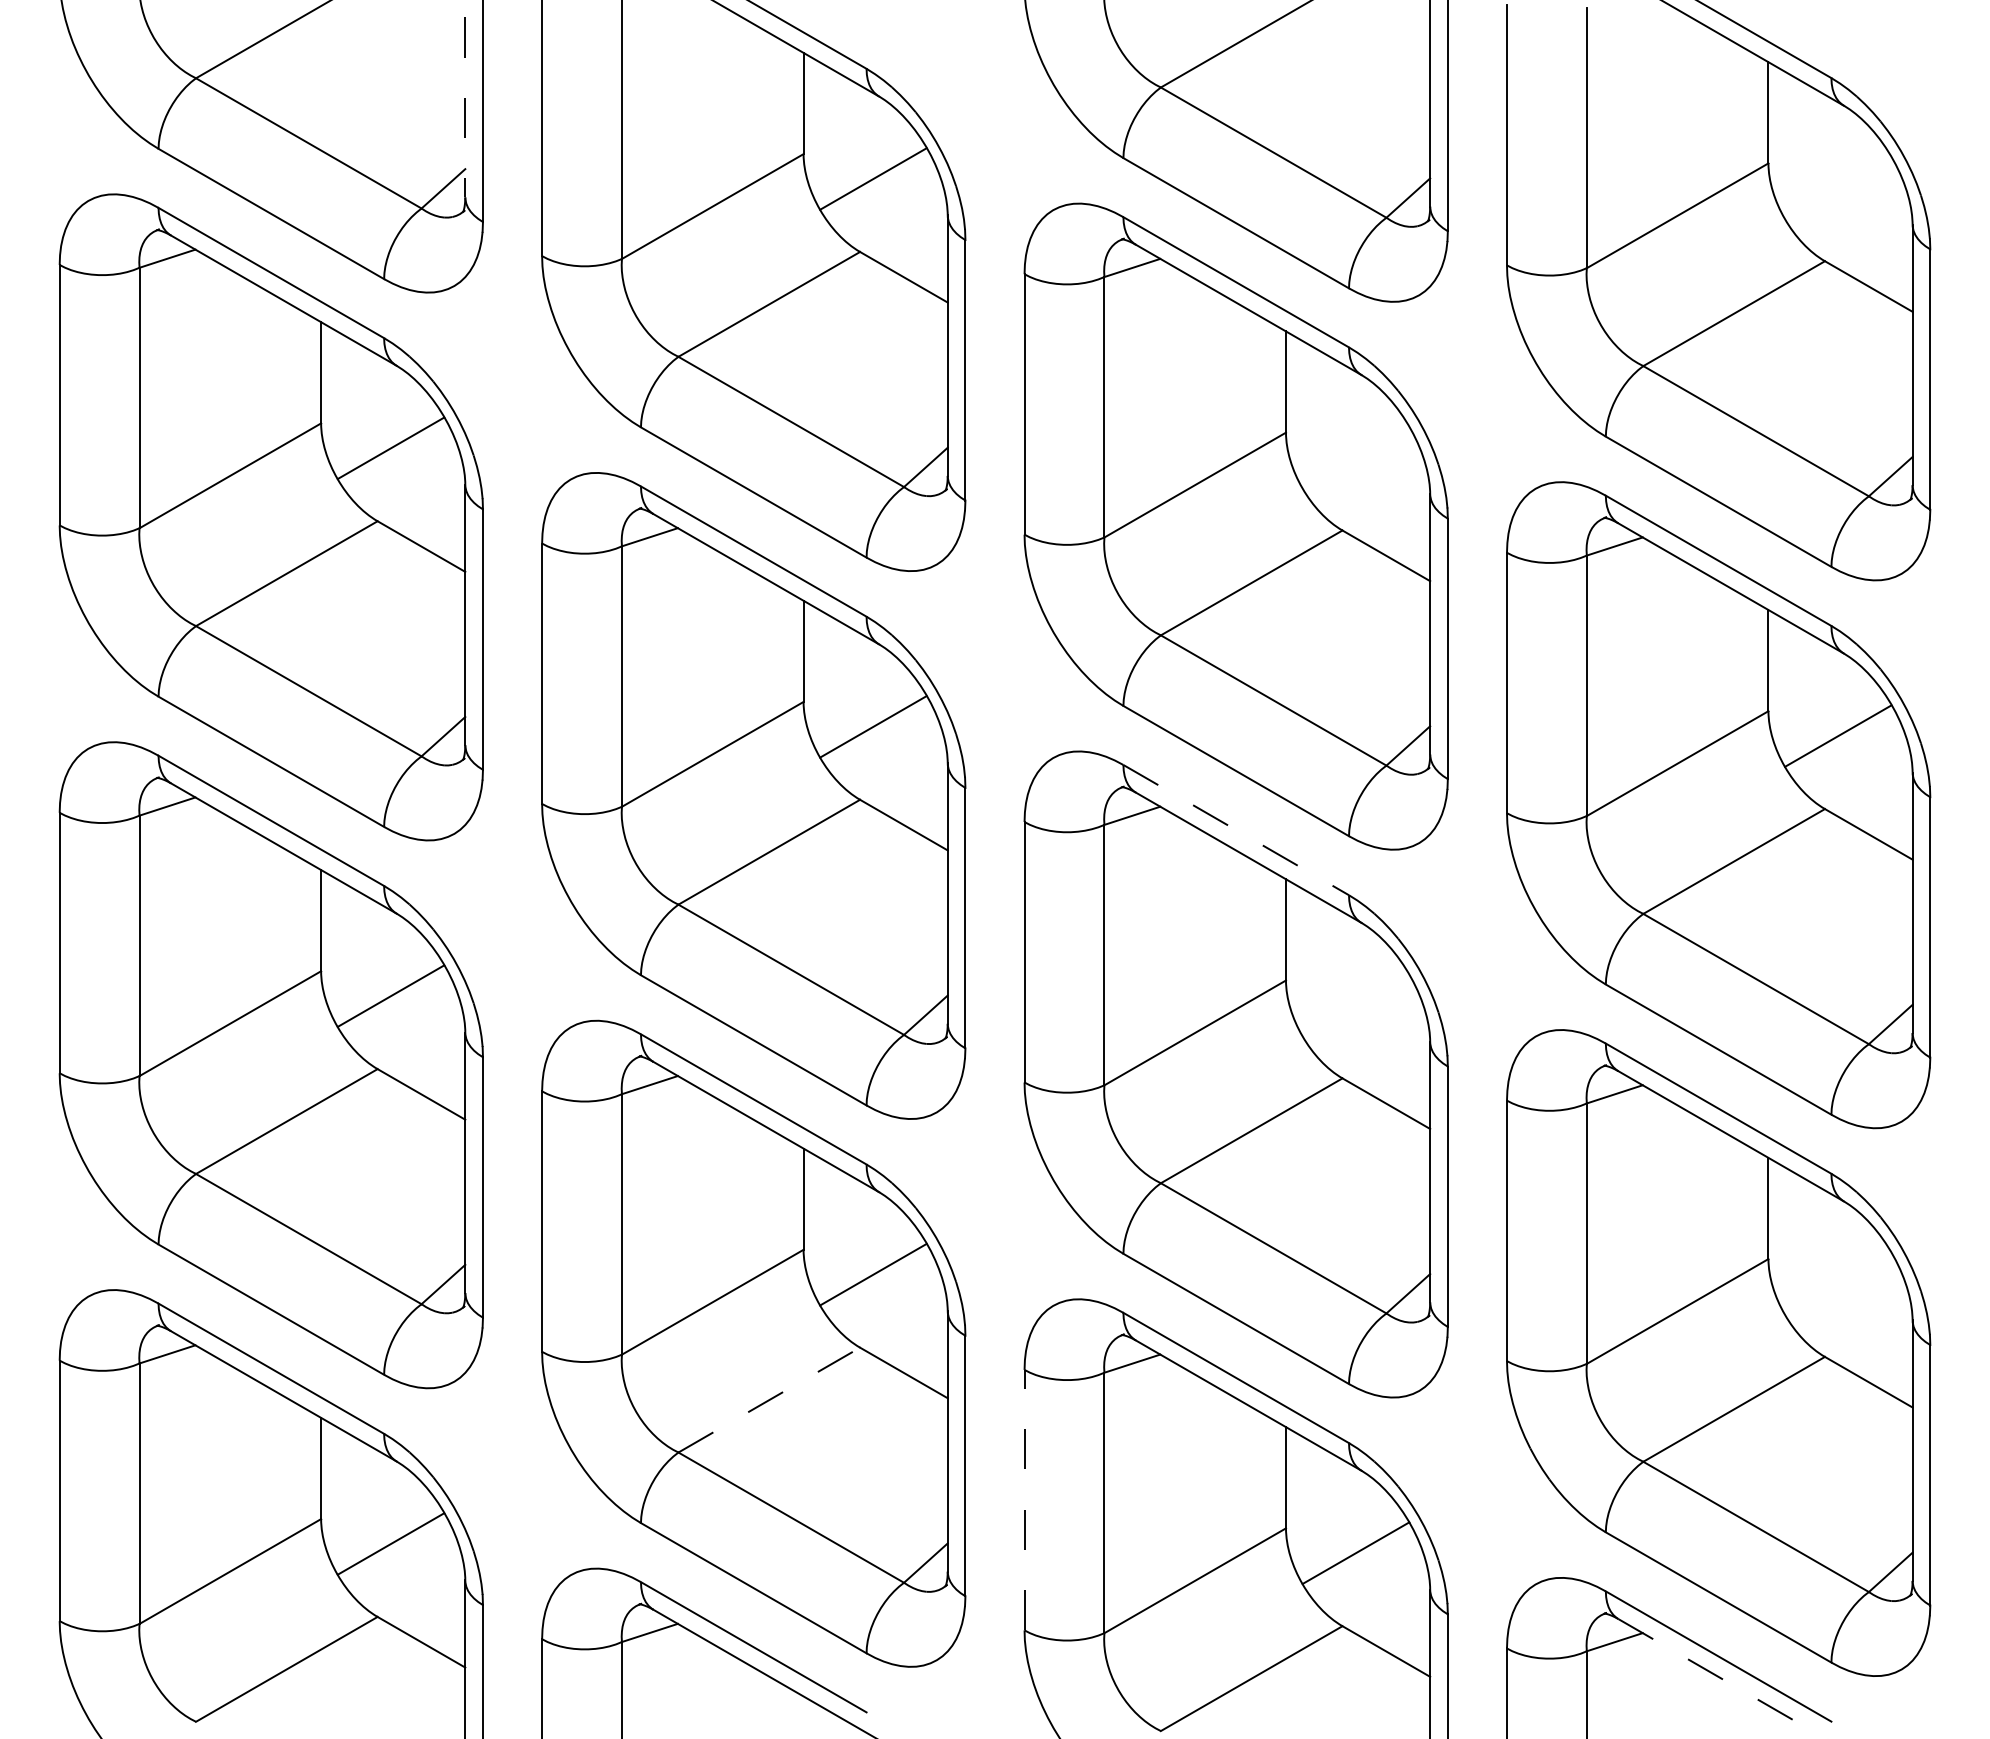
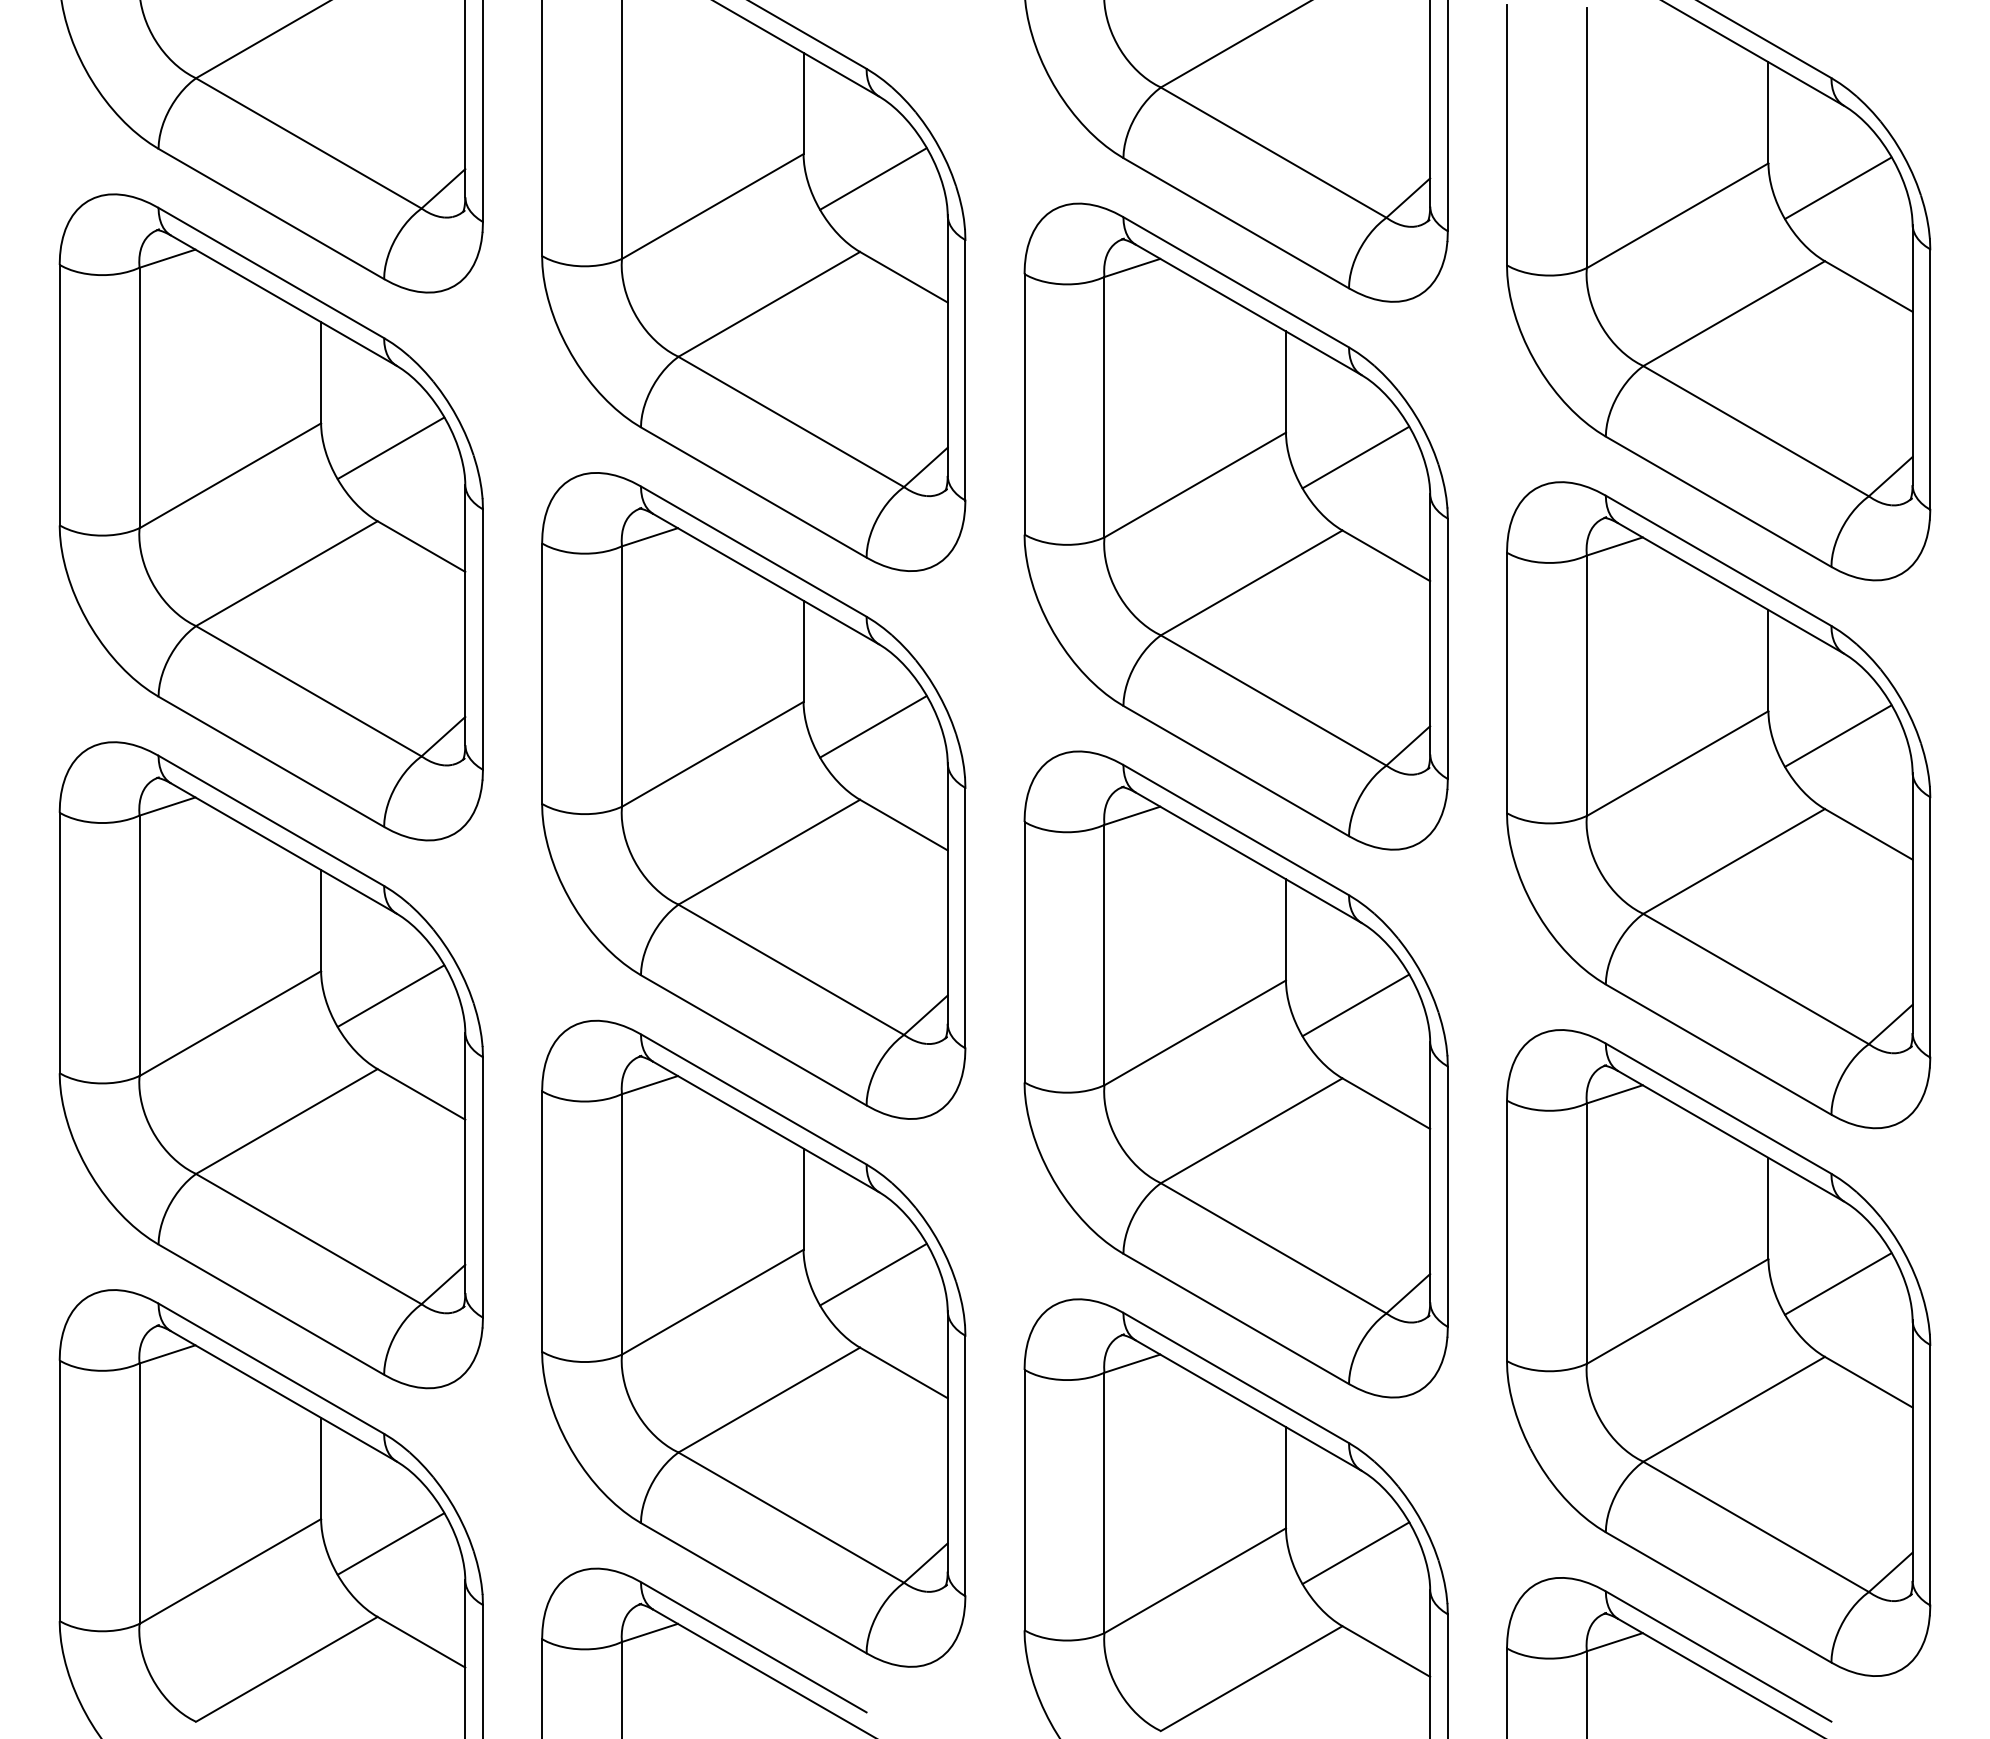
line at (465, 99): dashed -> solid
line at (1837, 188): none -> present
line at (1355, 457): none -> present
line at (1236, 830): dashed -> solid
line at (1355, 1005): none -> present
line at (1837, 1283): none -> present
line at (769, 1400): dashed -> solid
line at (1024, 1499): dashed -> solid
line at (1722, 1678): dashed -> solid
